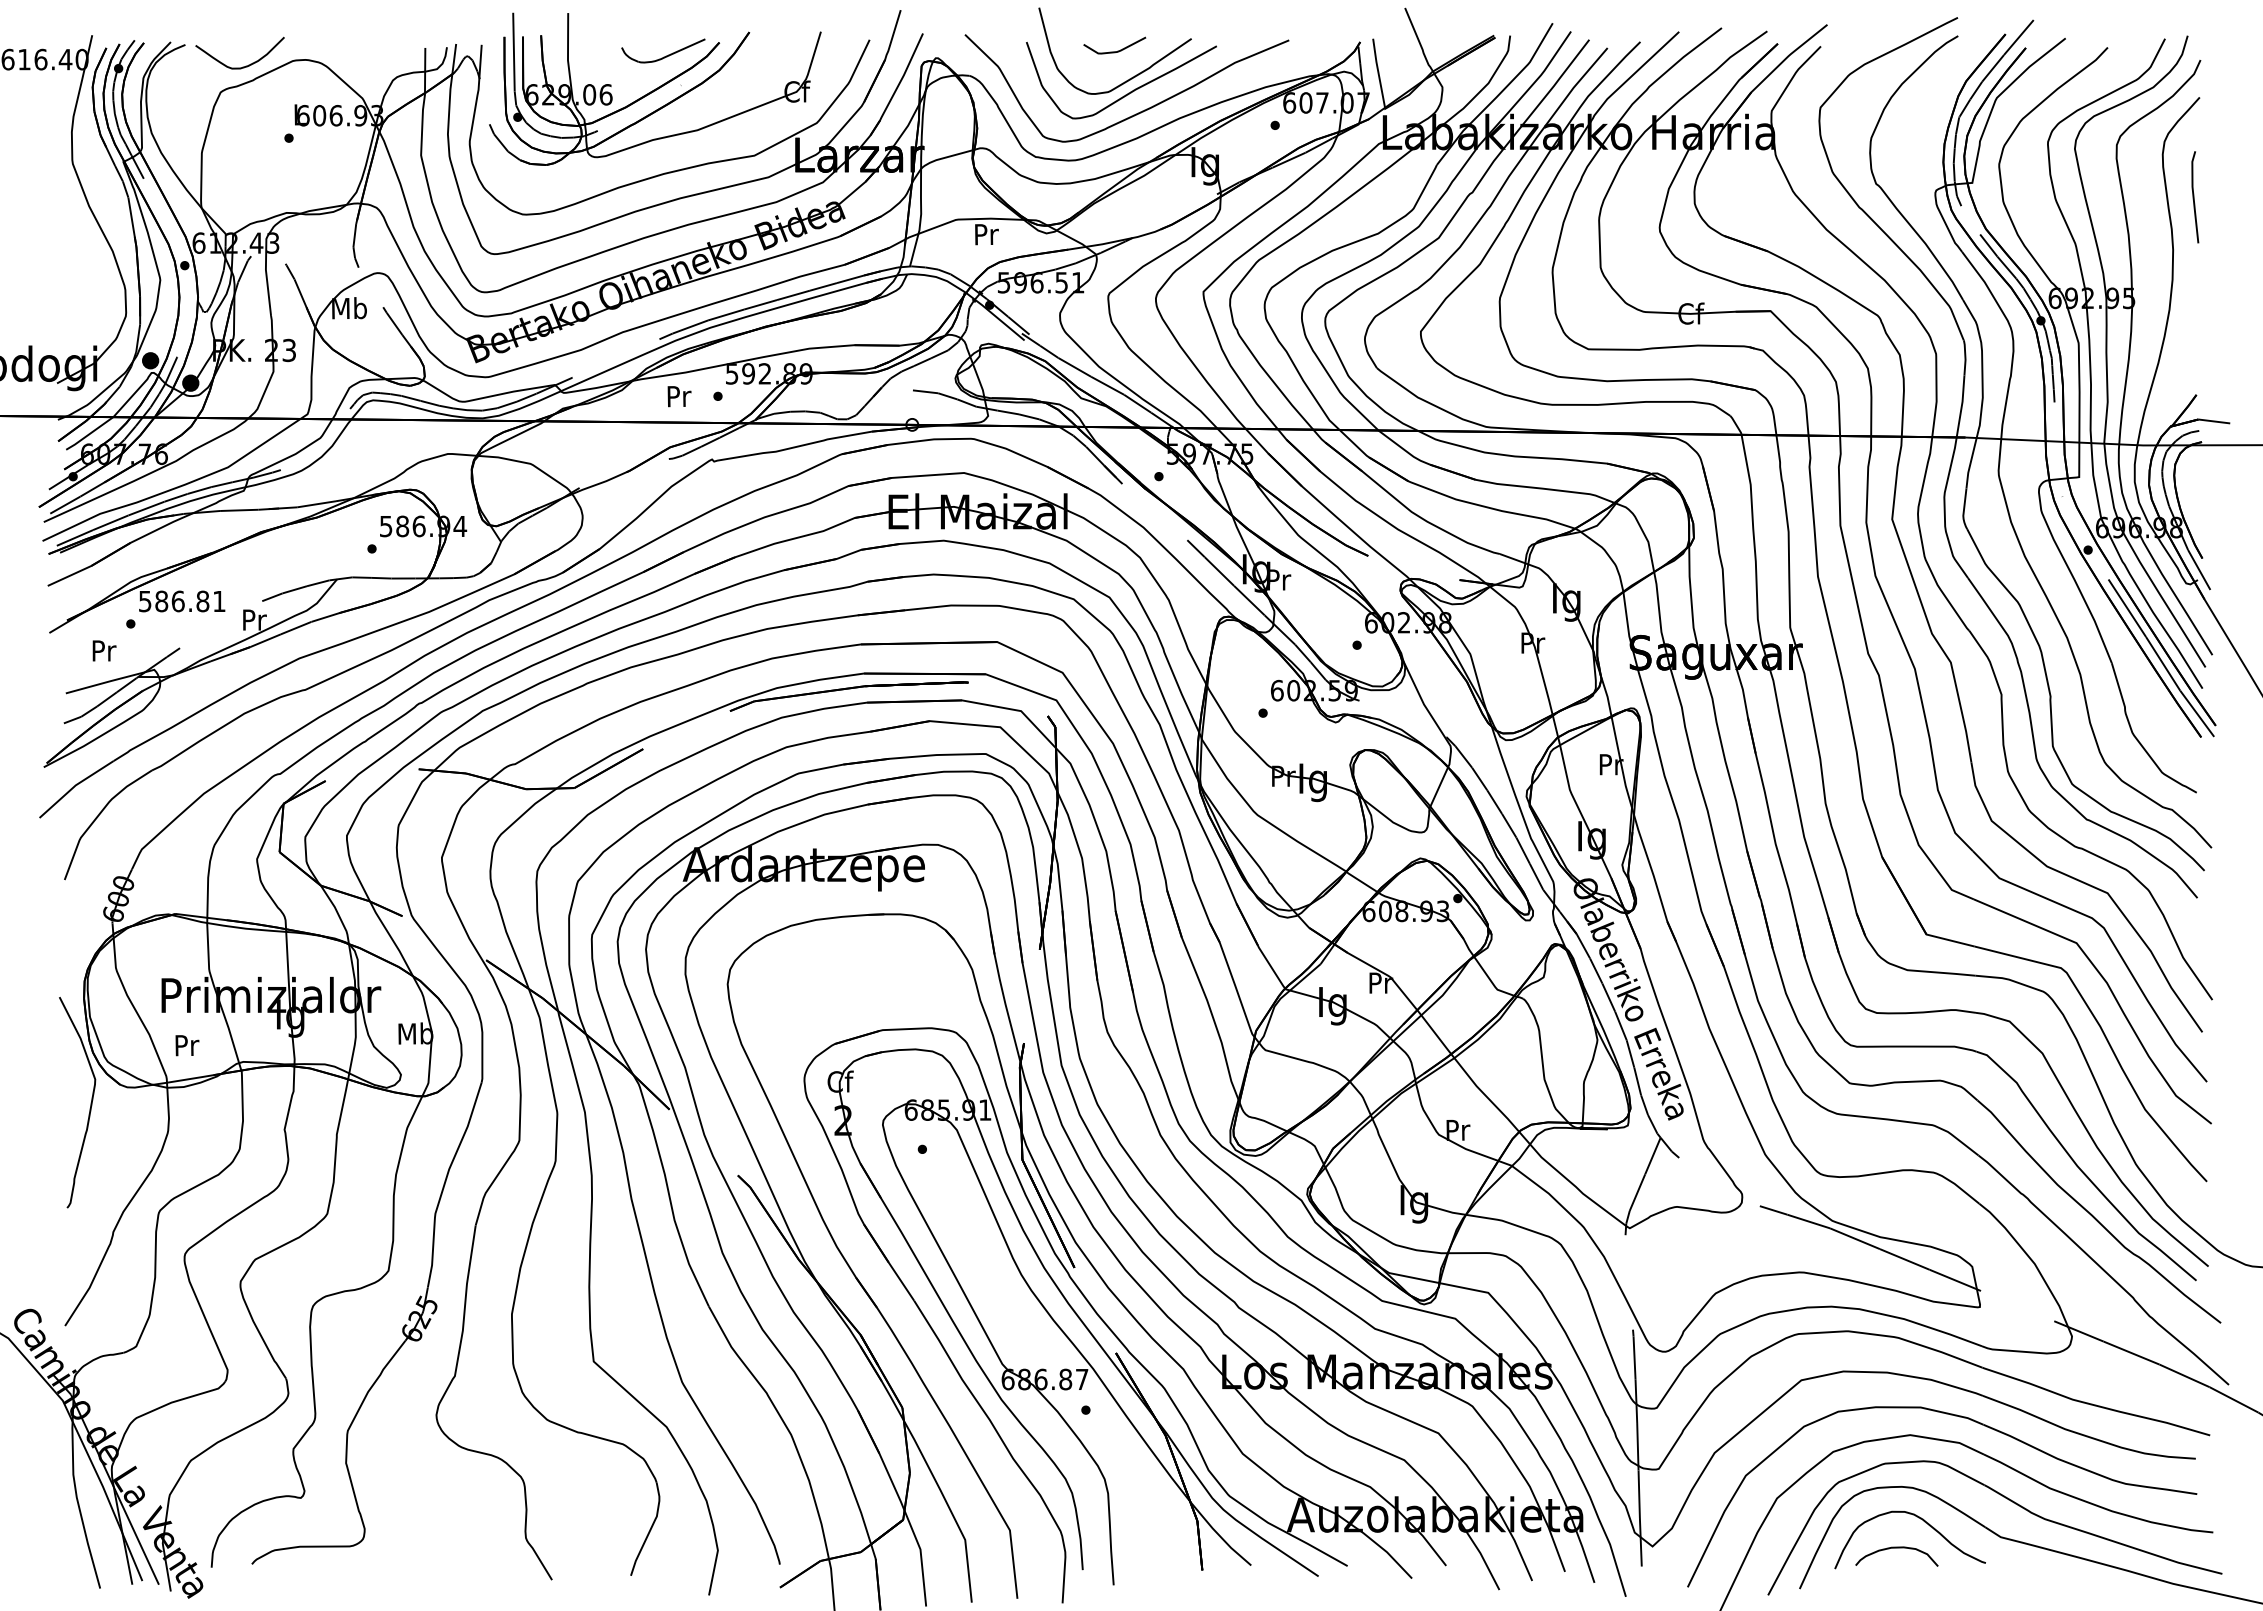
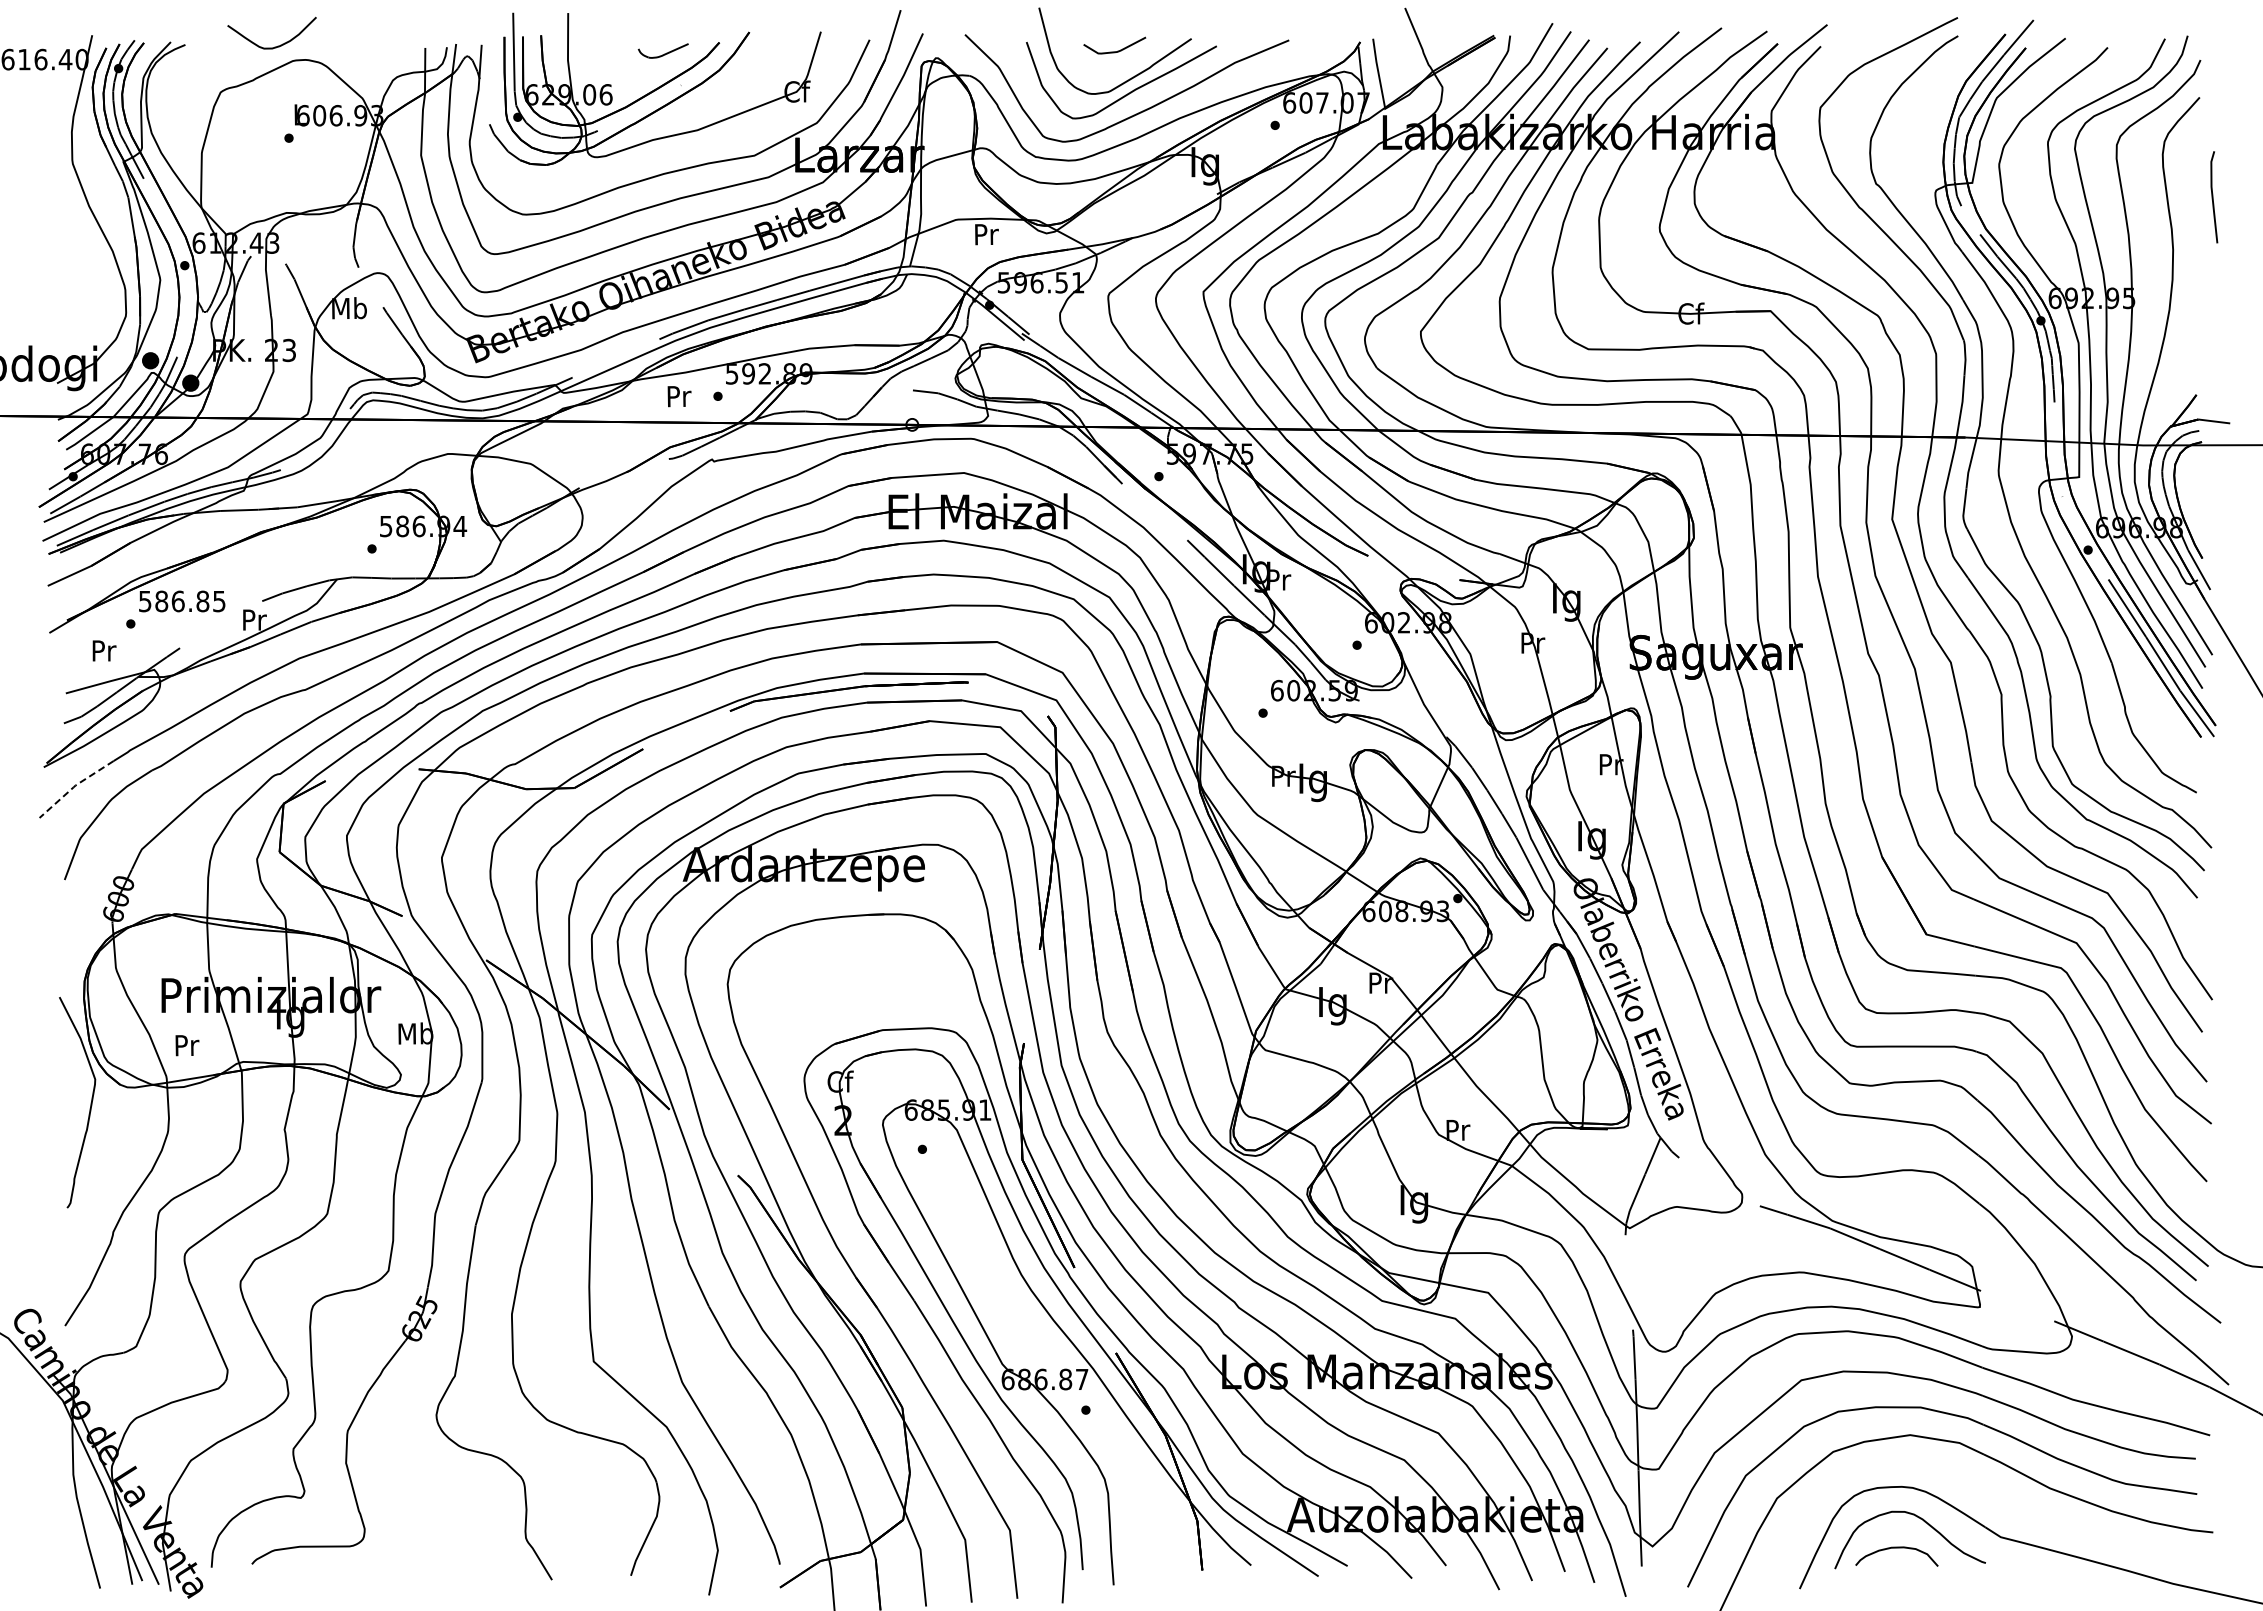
part at (663, 50) size: 85x26 px -> 52x16 px
curve at (242, 66) position: (242, 66) -> (274, 46)
line at (2194, 197) position: (2194, 197) -> (2213, 197)
text at (219, 601): 586.81 -> 586.85
line at (74, 786): solid -> dashed
part at (2008, 1500): present -> none
